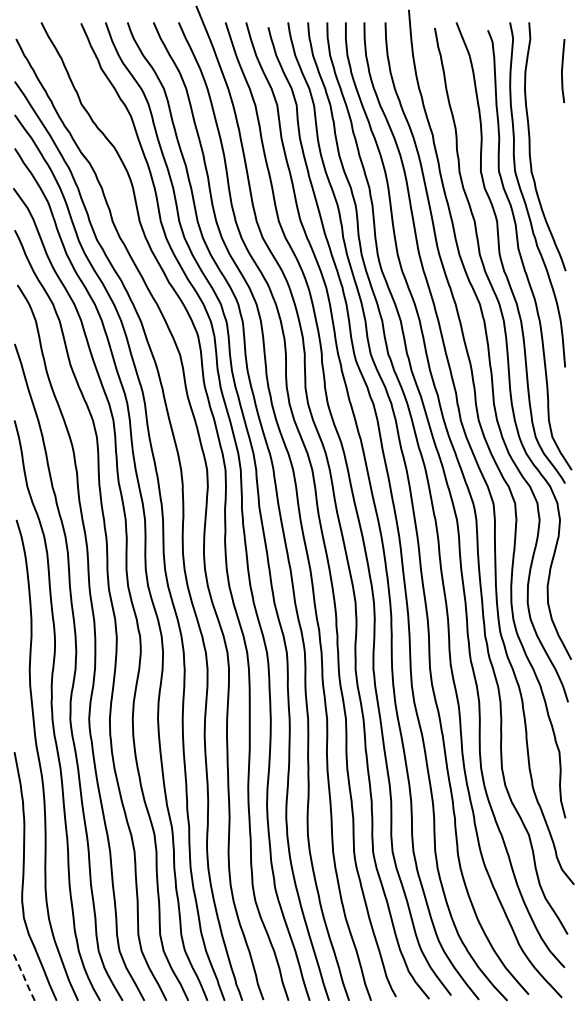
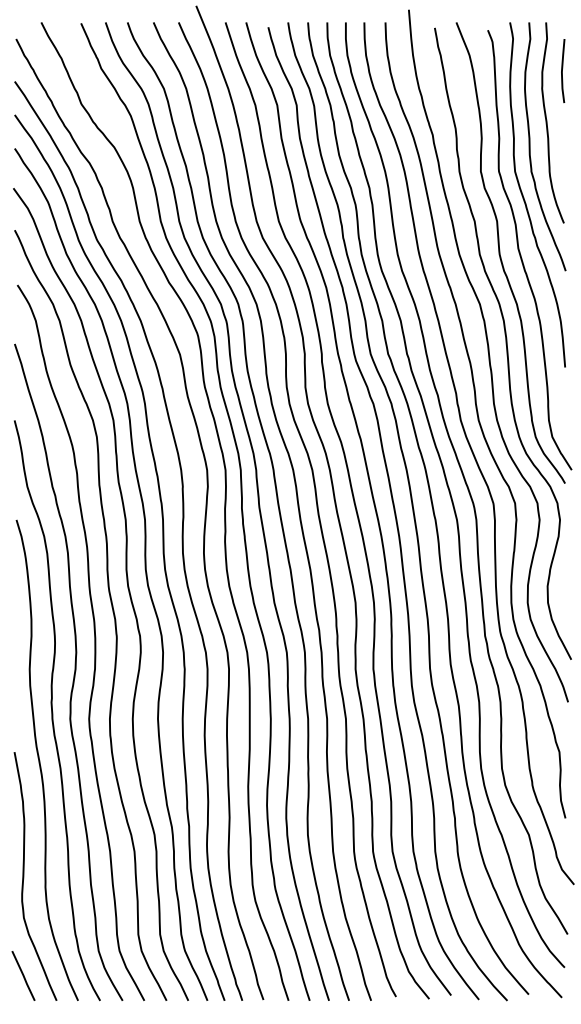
curve at (547, 122): none -> present
line at (23, 976): dashed -> solid
